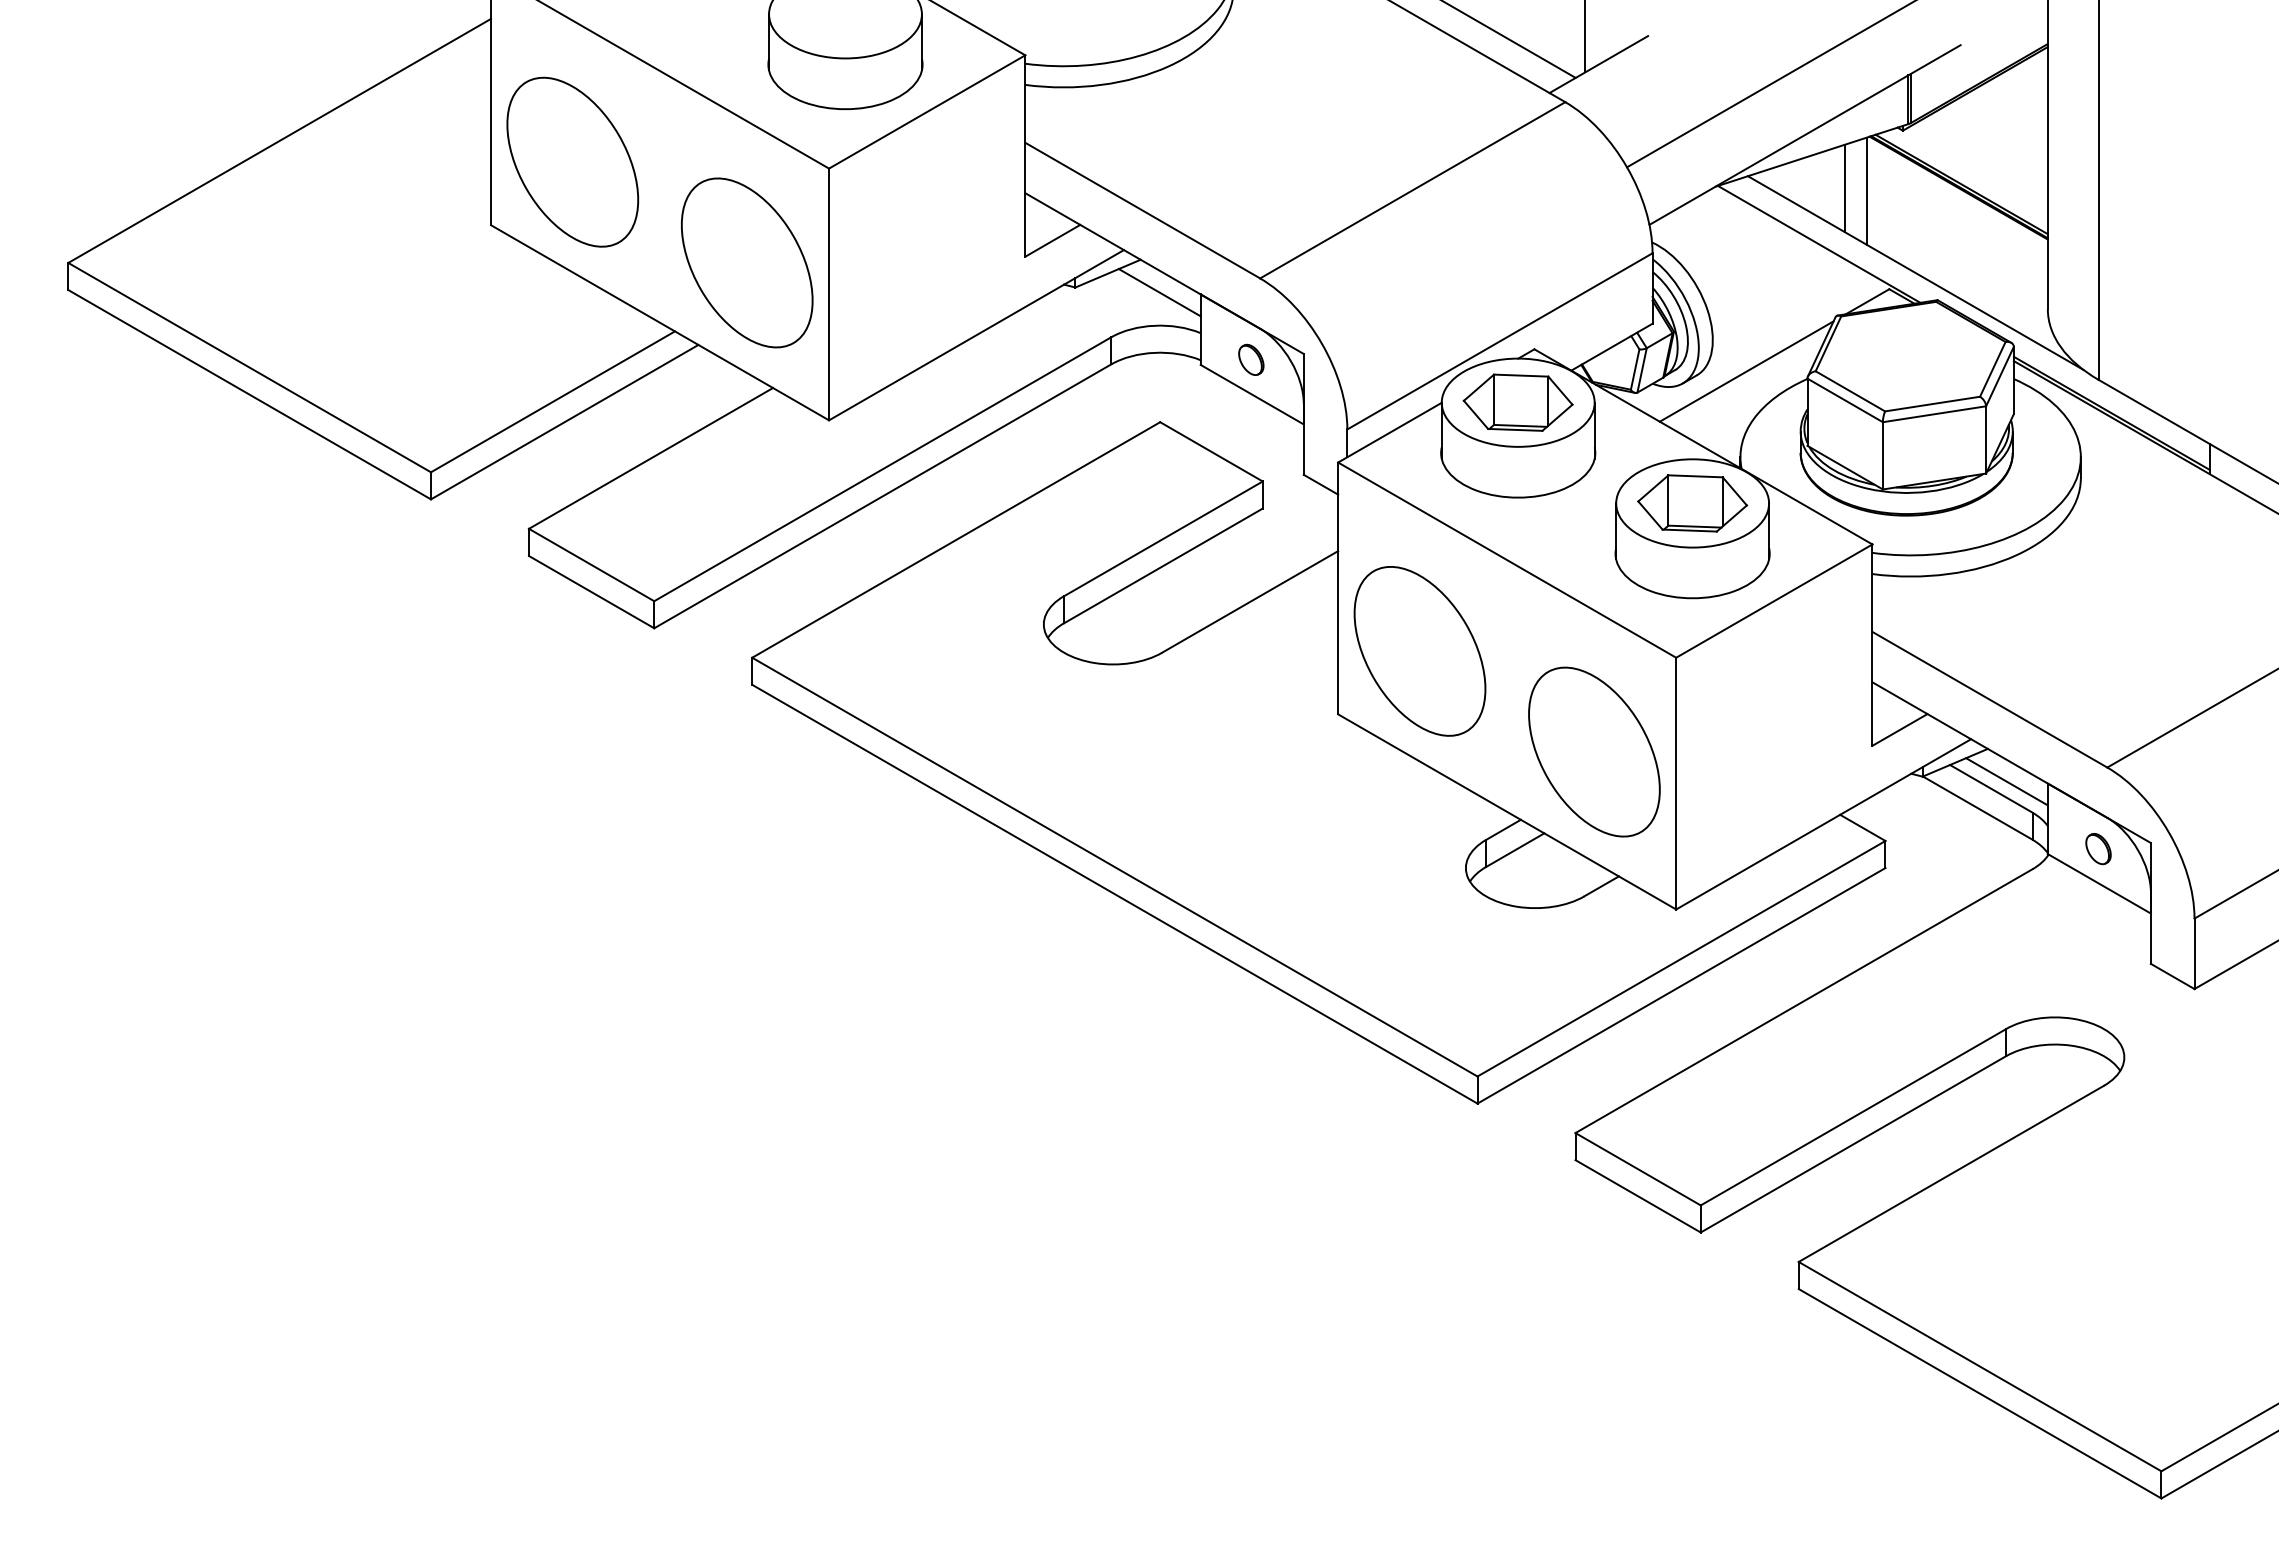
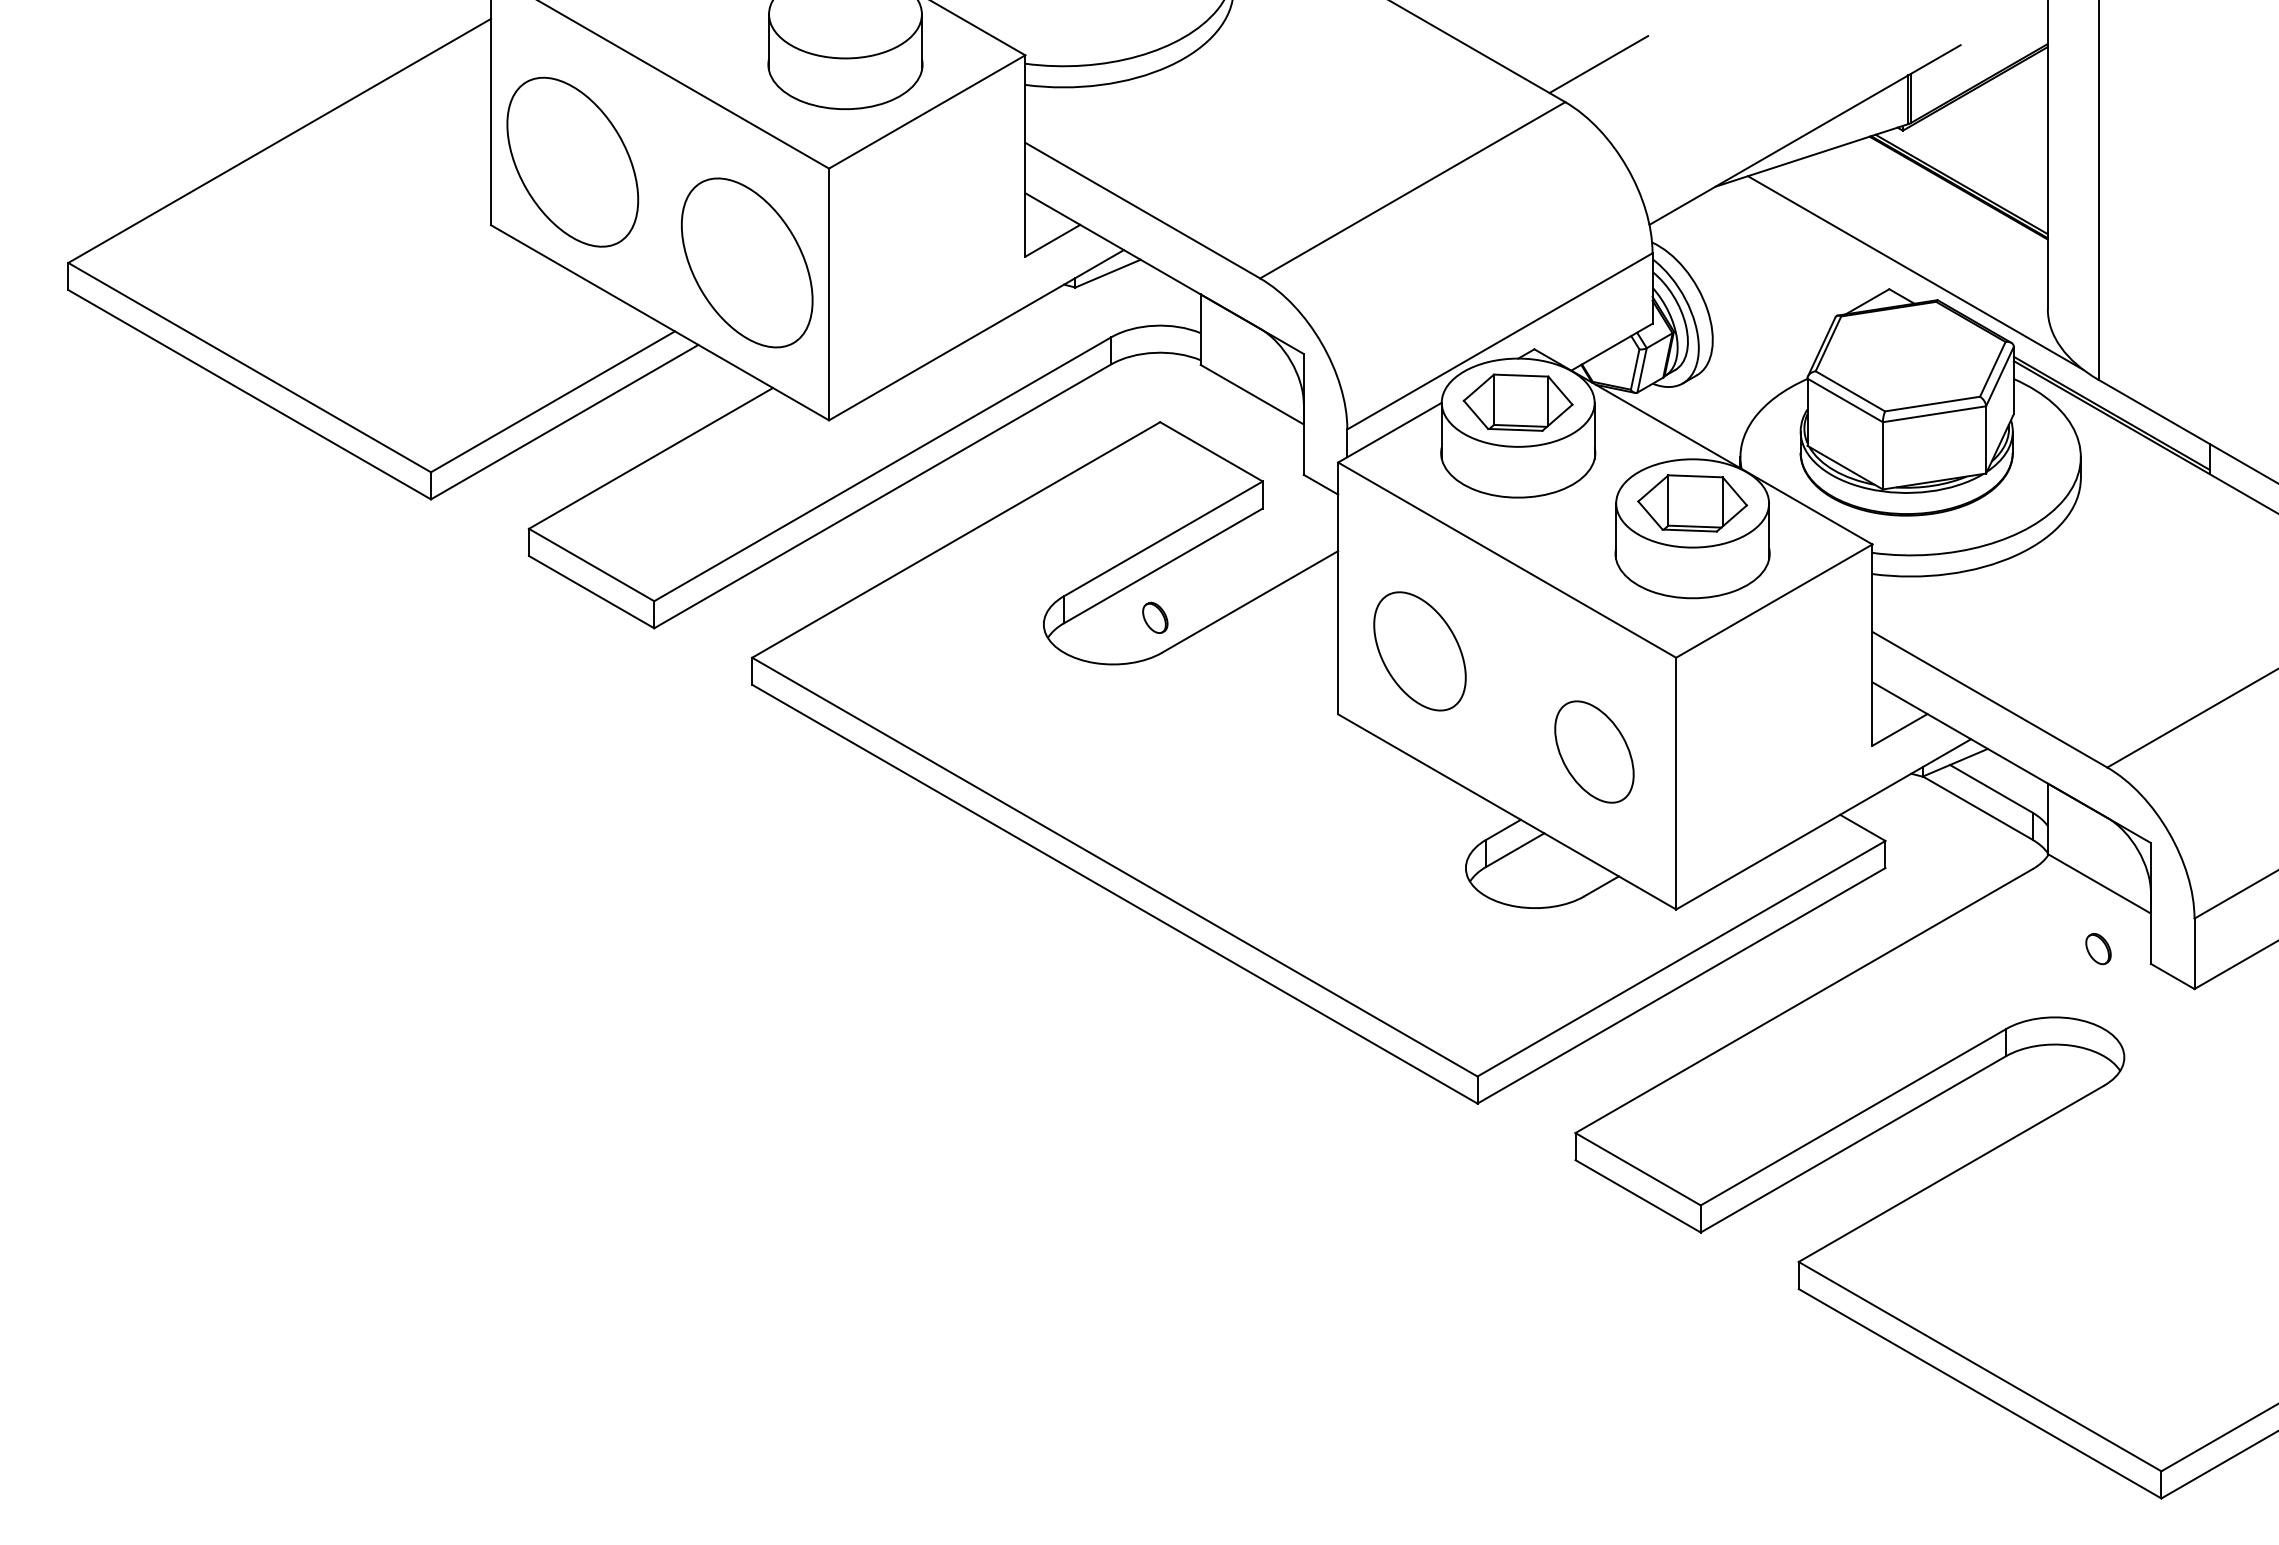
line at (1585, 37): present -> none
line at (1509, 39): present -> none
line at (1770, 84): present -> none
line at (1845, 188): present -> none
line at (1867, 190): present -> none
line at (1818, 243): present -> none
line at (1159, 292): present -> none
part at (1251, 359) position: (1251, 359) -> (1155, 617)
line at (1746, 371): present -> none
part at (1419, 651) size: 134x171 px -> 94x121 px
part at (1594, 751) size: 133x172 px -> 81x104 px
line at (2006, 781): present -> none
part at (2098, 849) position: (2098, 849) -> (2098, 949)
